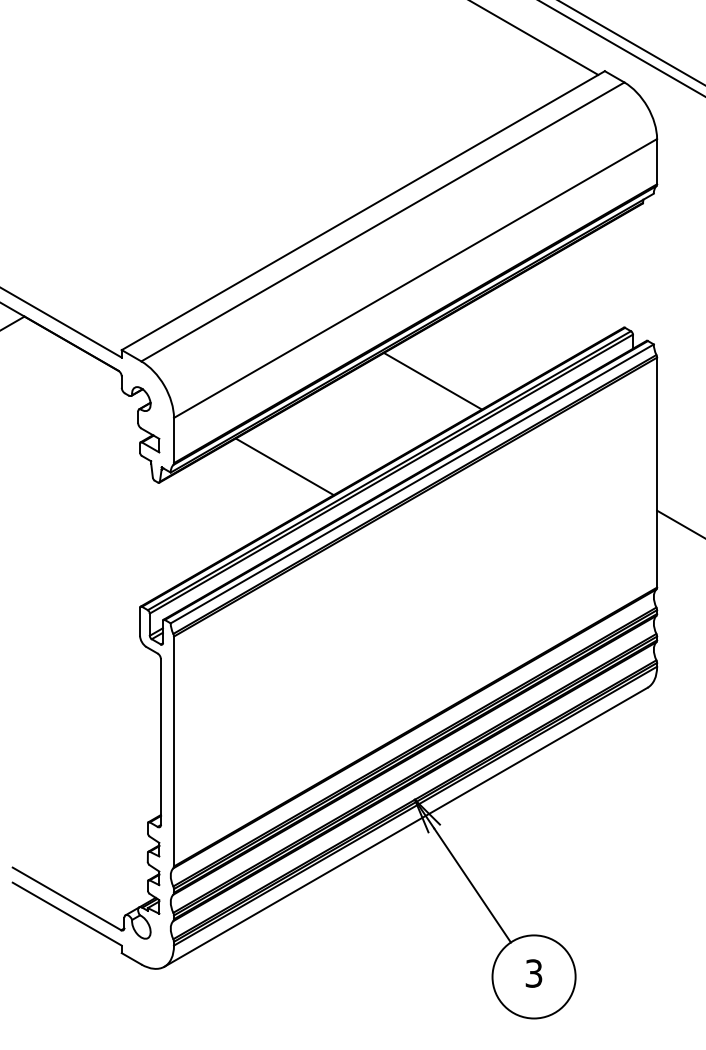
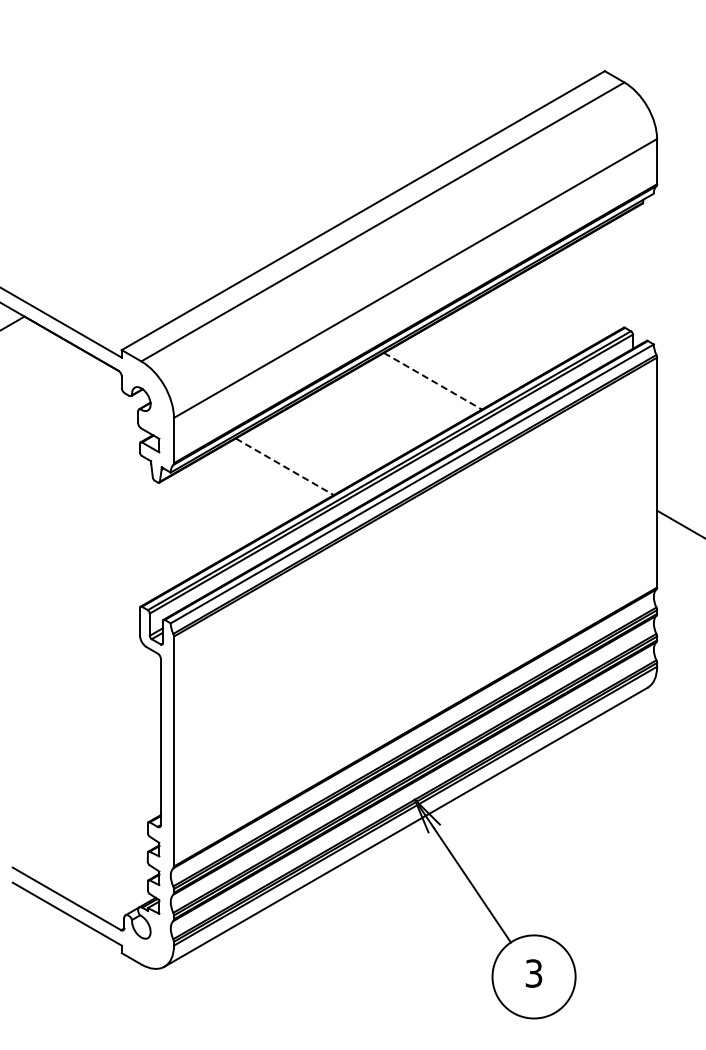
line at (535, 38): present -> none
line at (631, 42): present -> none
line at (621, 48): present -> none
line at (432, 381): solid -> dashed
line at (284, 466): solid -> dashed
